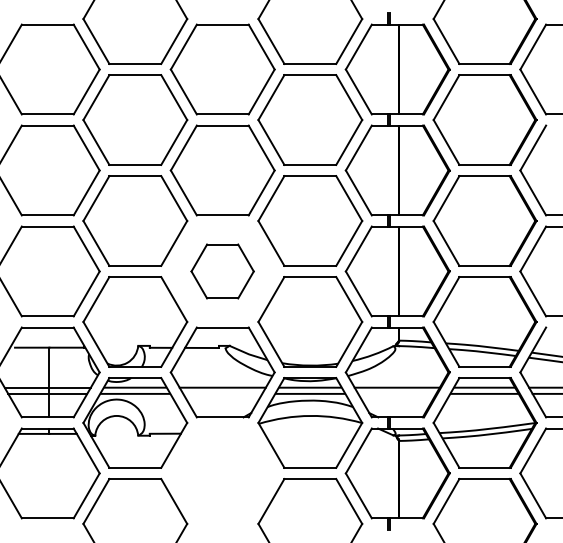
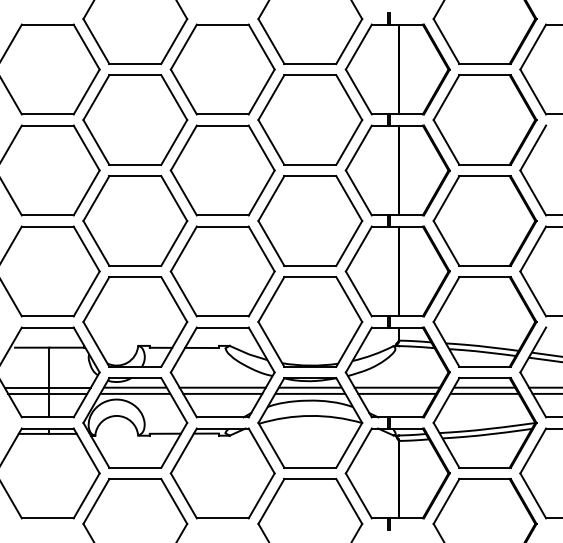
part at (222, 271) size: 65x57 px -> 107x93 px
line at (222, 393): none -> present
line at (397, 393): none -> present
part at (222, 473): none -> present
